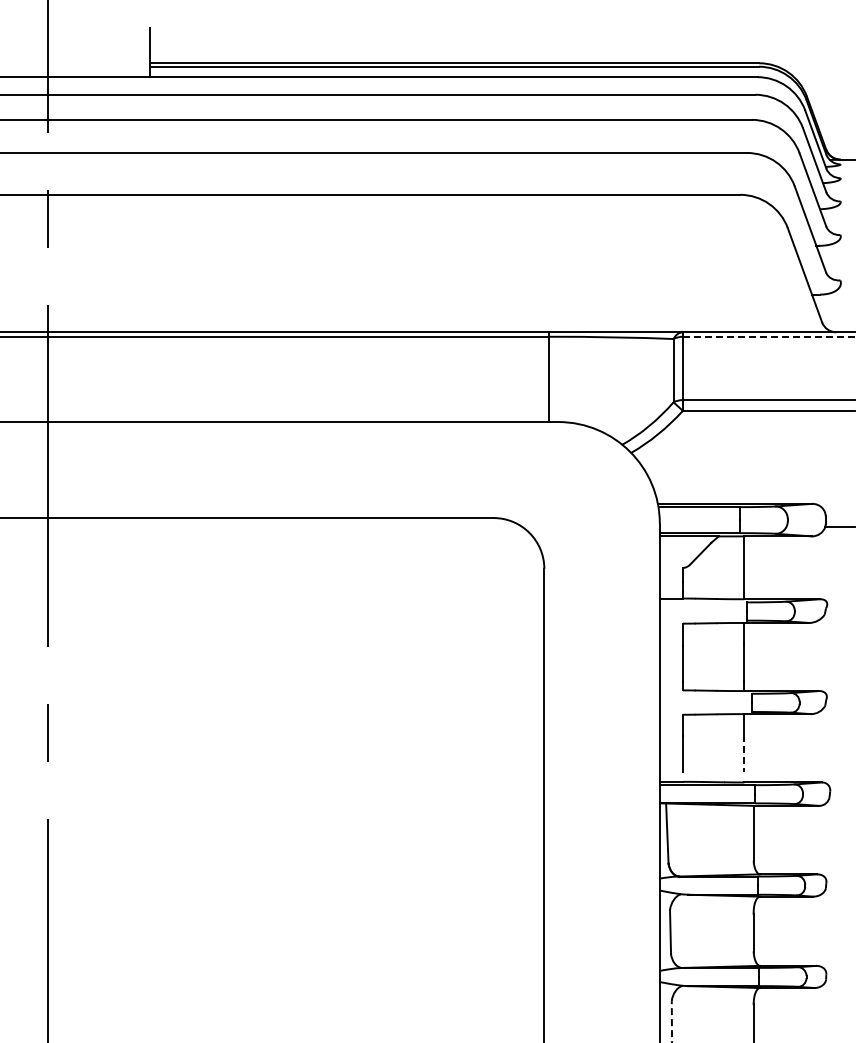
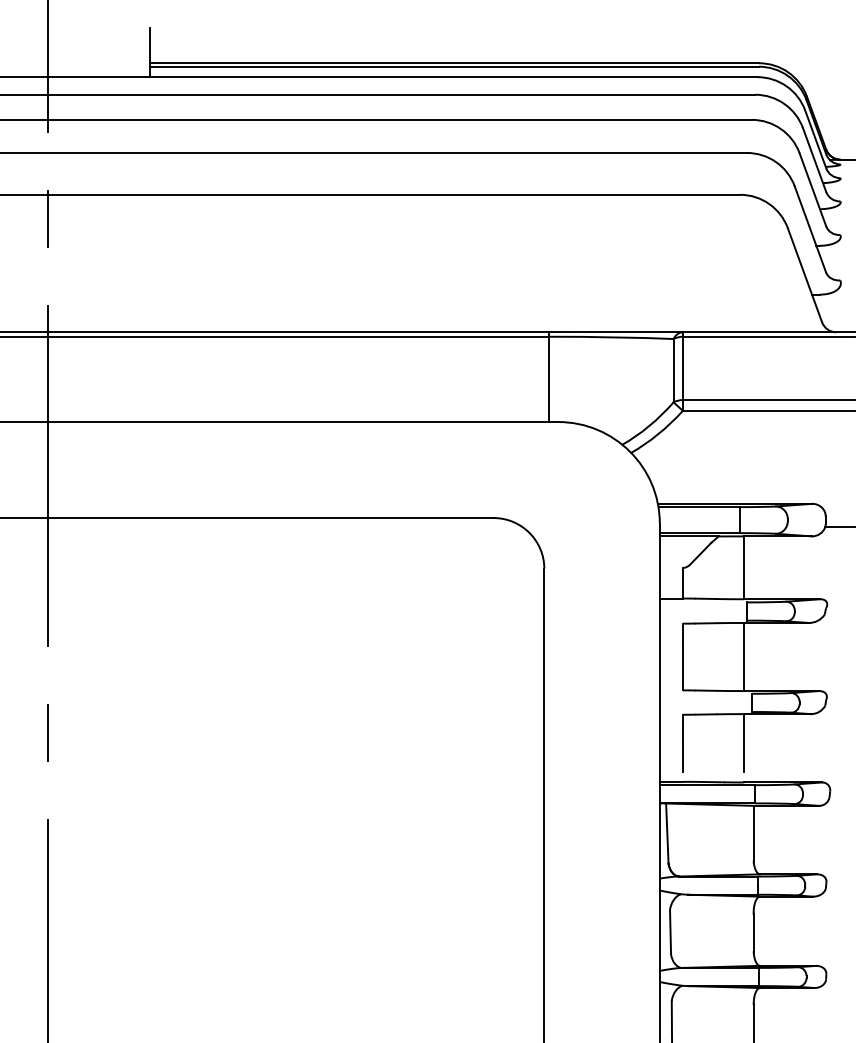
line at (768, 336): dashed -> solid
line at (744, 753): dashed -> solid
line at (671, 1021): dashed -> solid
